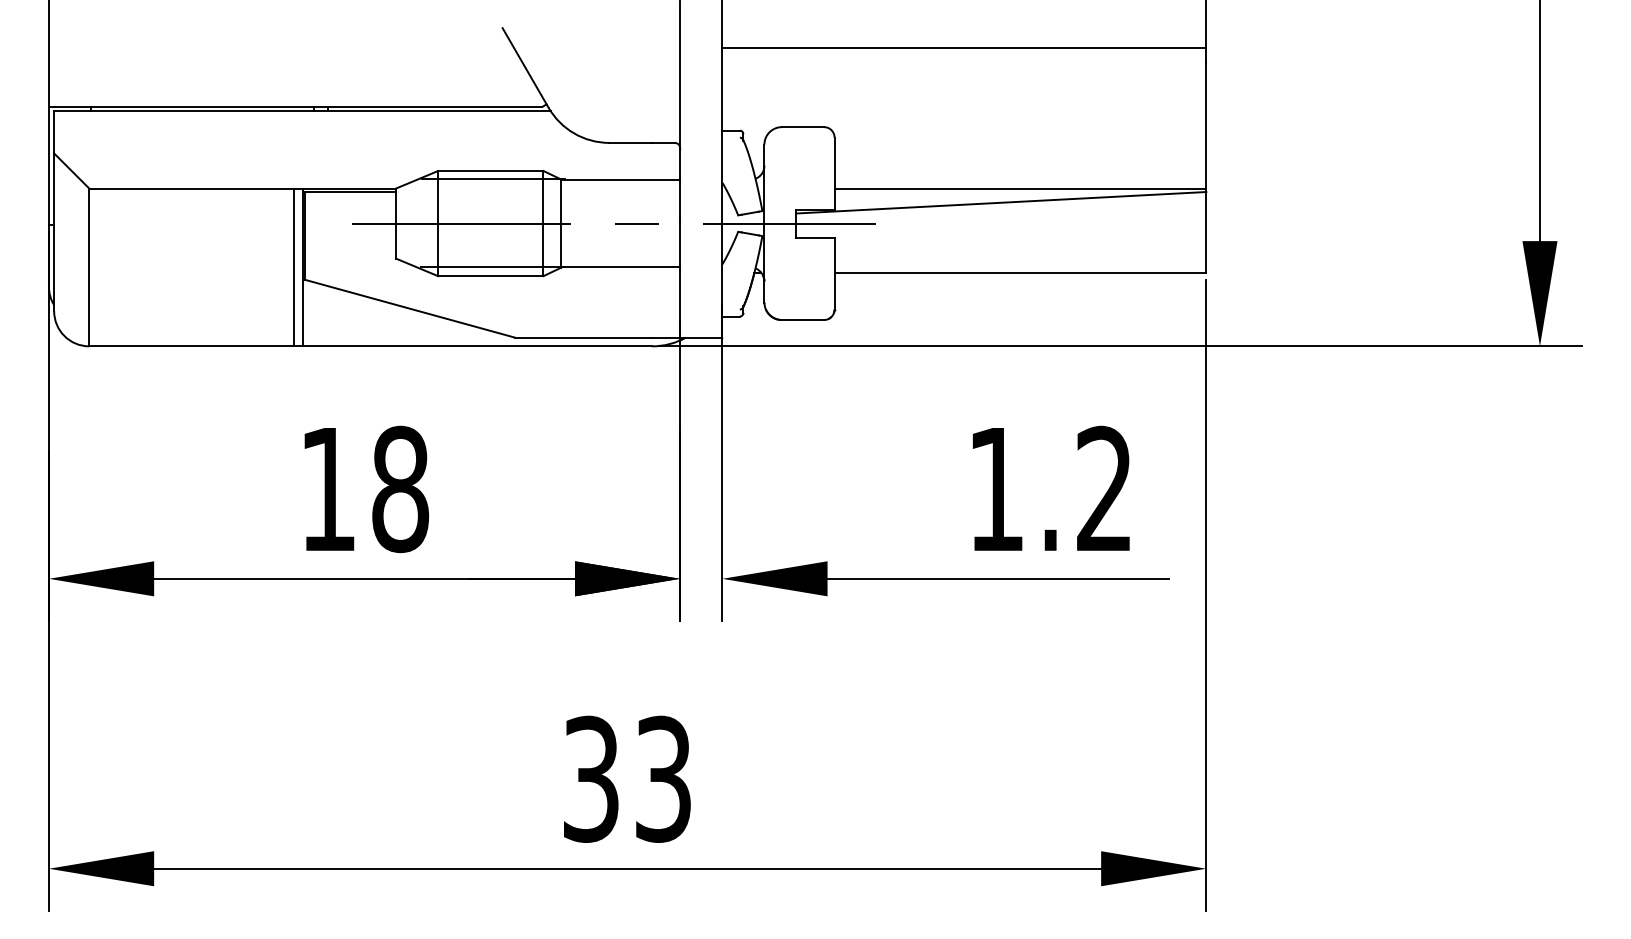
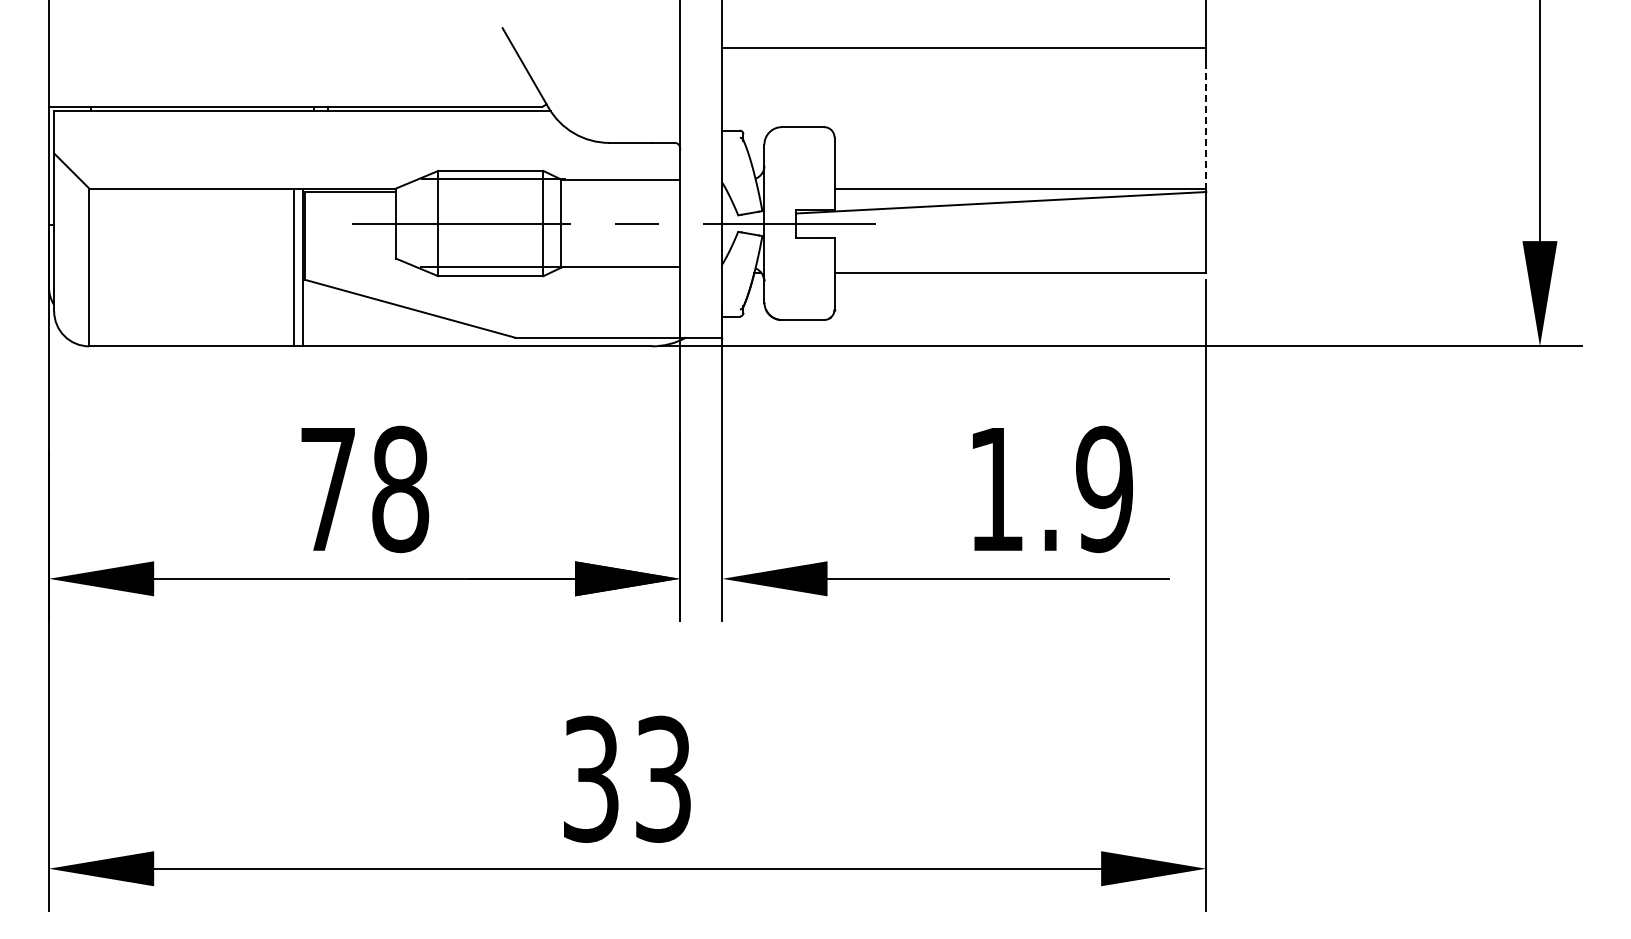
line at (1206, 125): solid -> dashed
text at (327, 489): 18 -> 78
text at (1104, 489): 1.2 -> 1.9
